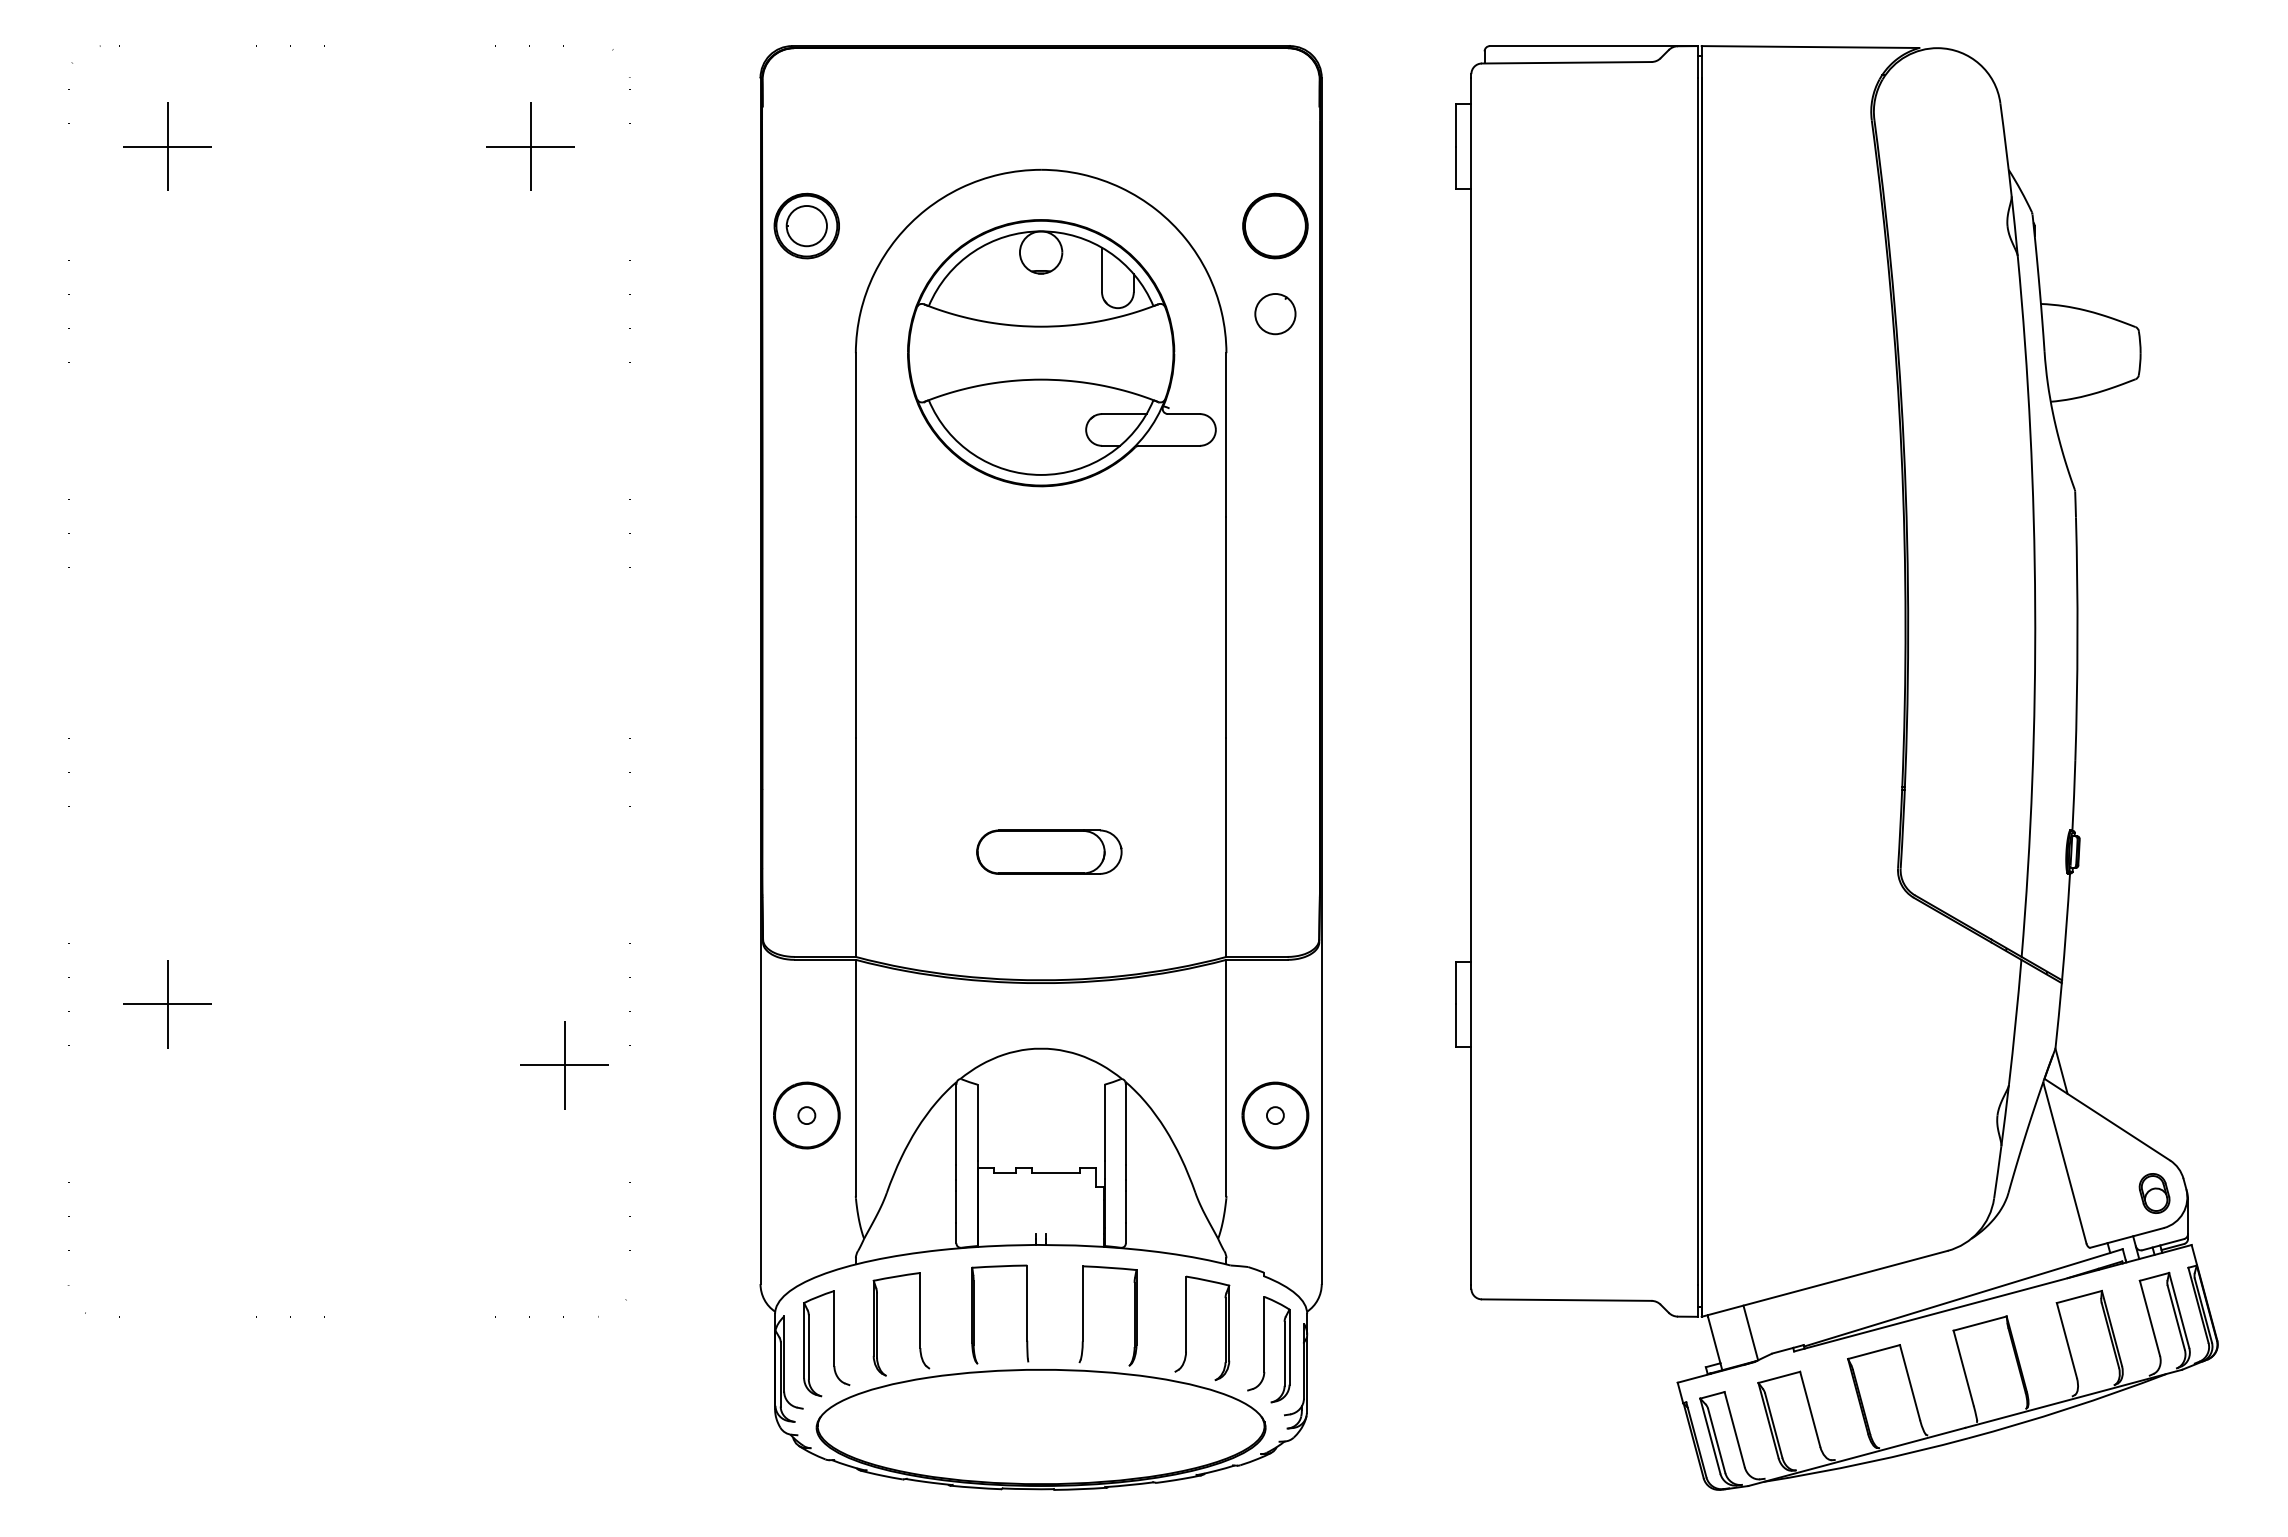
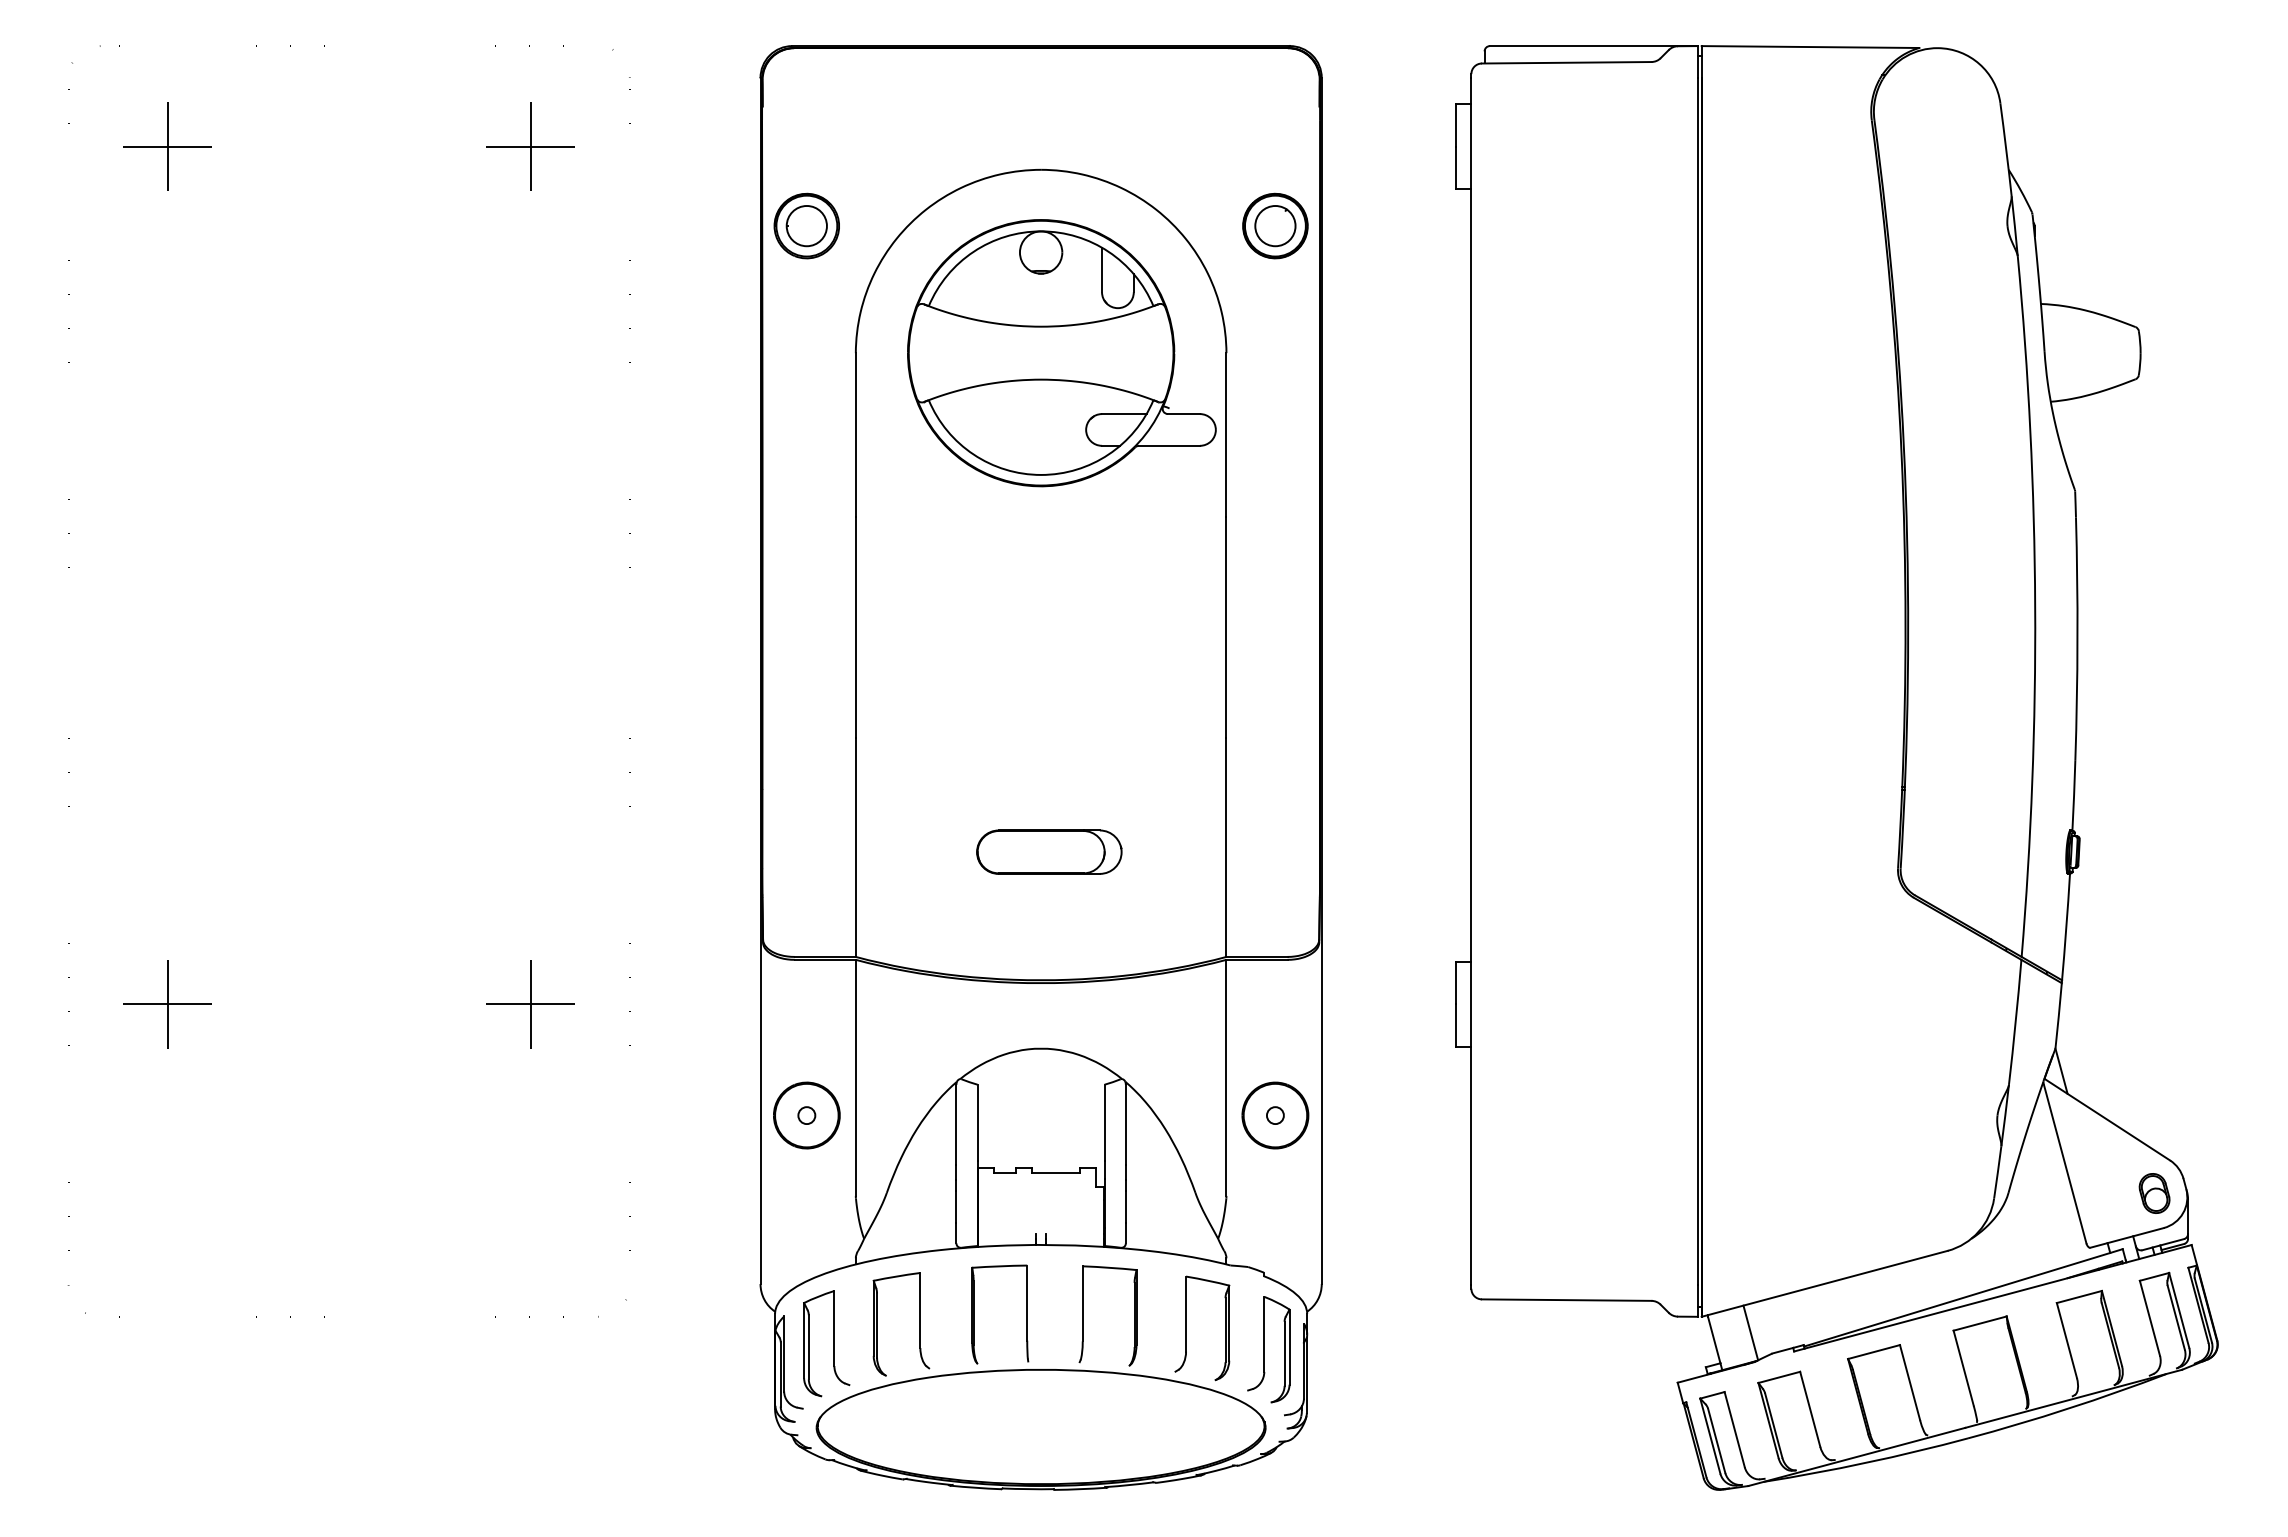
part at (1275, 314) position: (1275, 314) -> (1275, 226)
part at (564, 1065) position: (564, 1065) -> (530, 1004)
